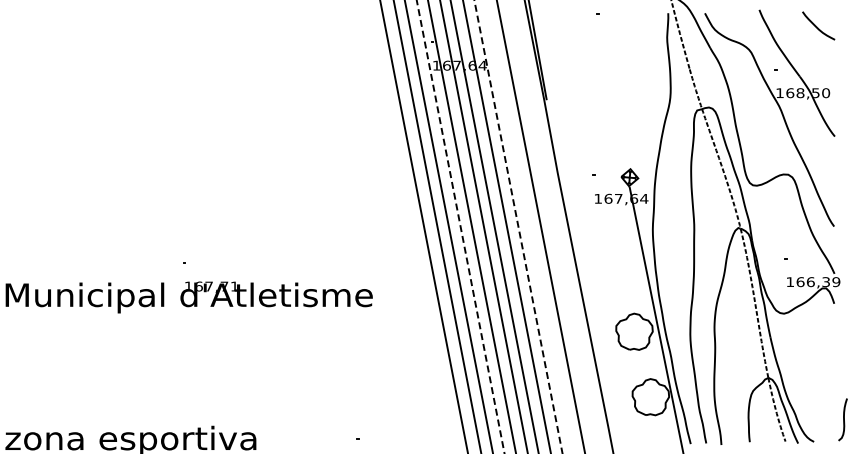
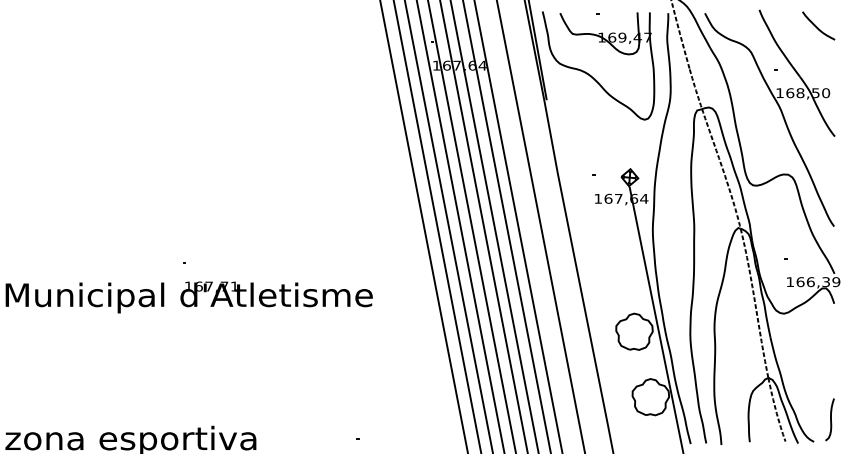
part at (590, 74): none -> present
line at (460, 226): dashed -> solid
line at (518, 227): dashed -> solid
curve at (843, 419) position: (843, 419) -> (830, 419)
